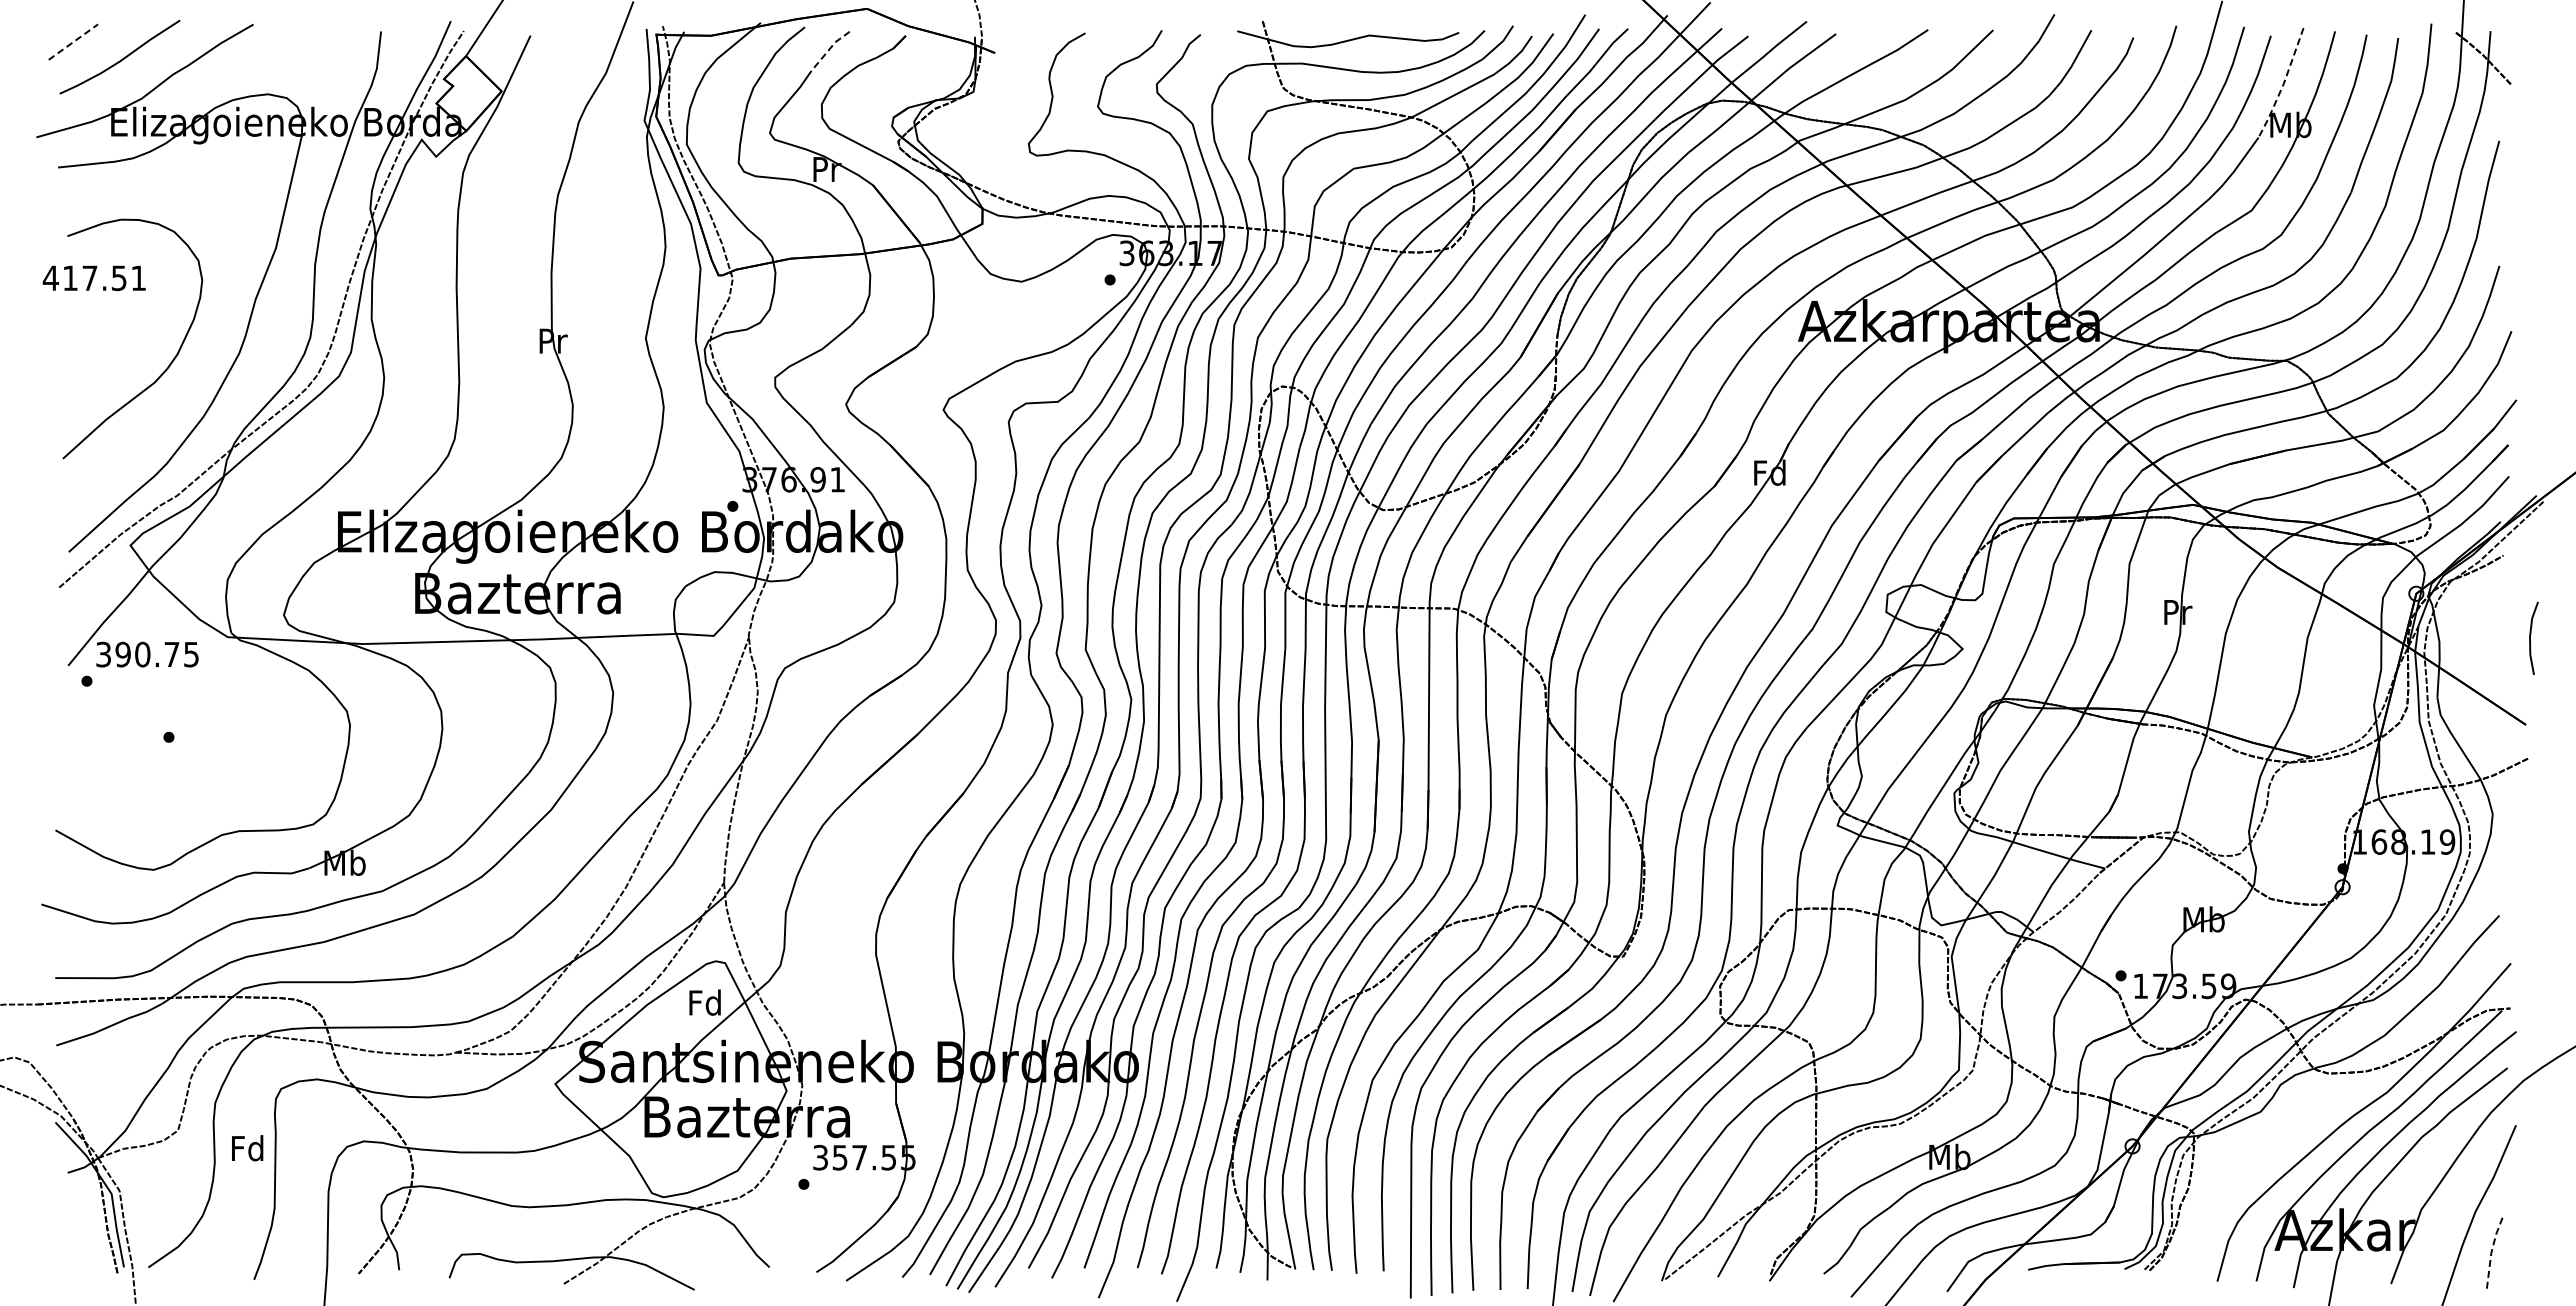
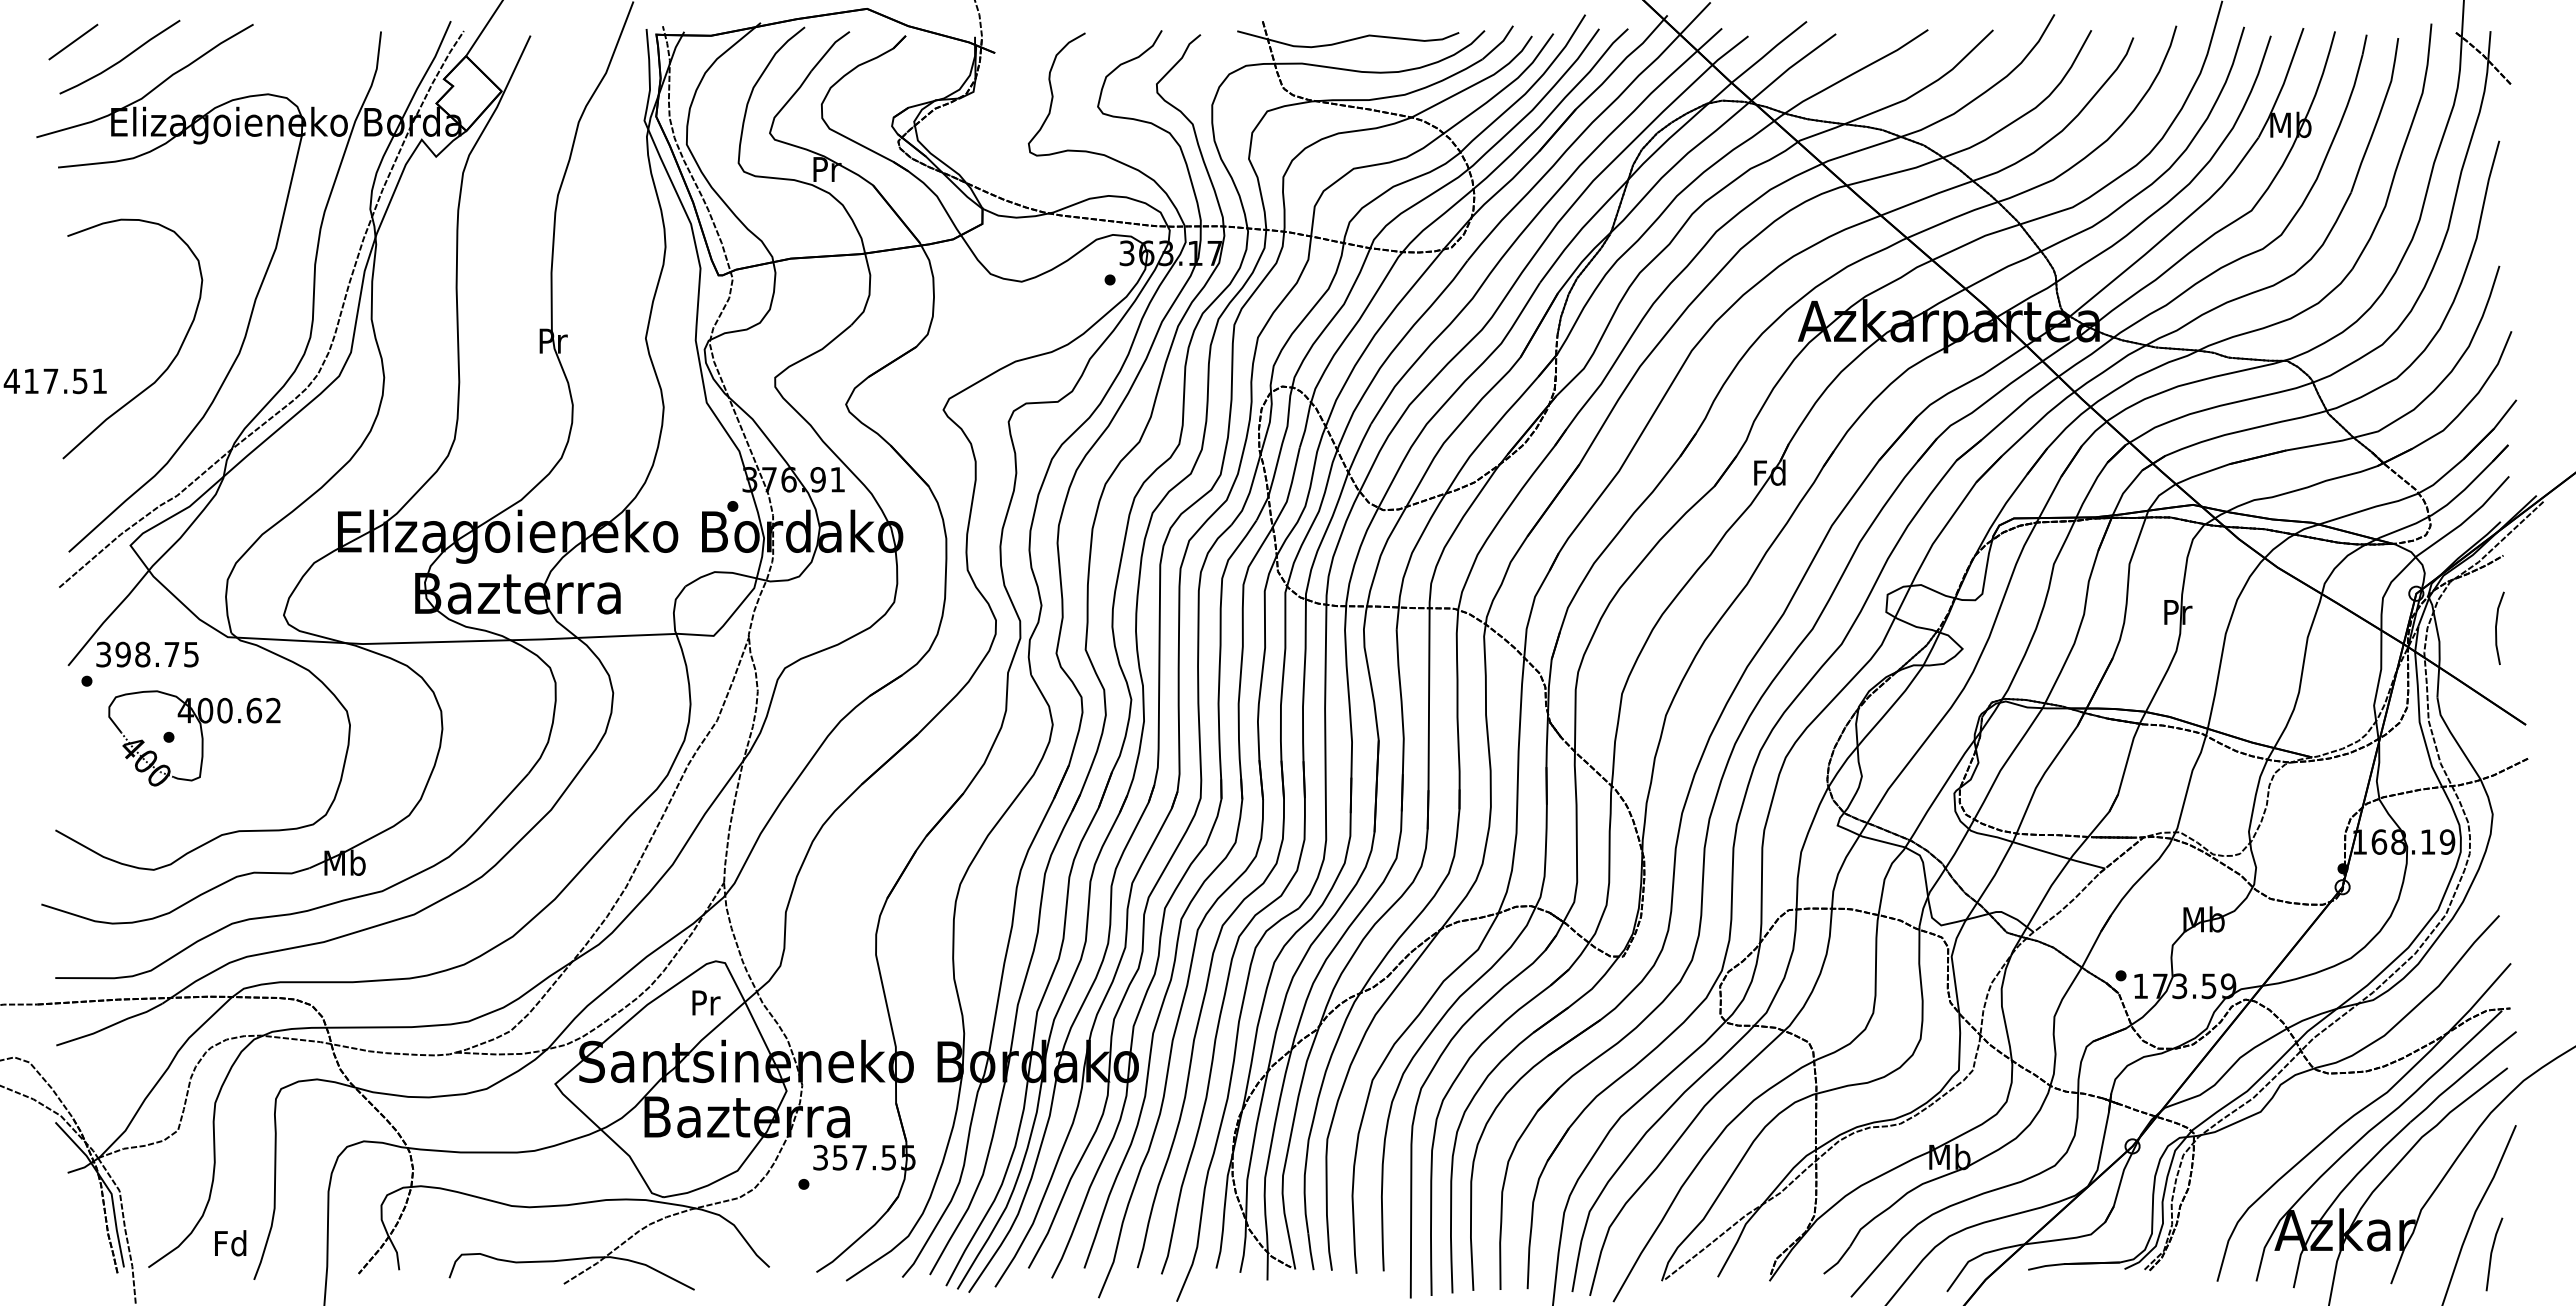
line at (73, 41): dashed -> solid
line at (829, 49): dashed -> solid
line at (2283, 84): dashed -> solid
text at (93, 278) position: (93, 278) -> (54, 381)
line at (2531, 635) position: (2531, 635) -> (2497, 625)
text at (142, 654): 390.75 -> 398.75
part at (201, 738): none -> present
text at (704, 1002): Fd -> Pr
text at (247, 1148) position: (247, 1148) -> (230, 1243)
line at (2491, 1253): dashed -> solid
